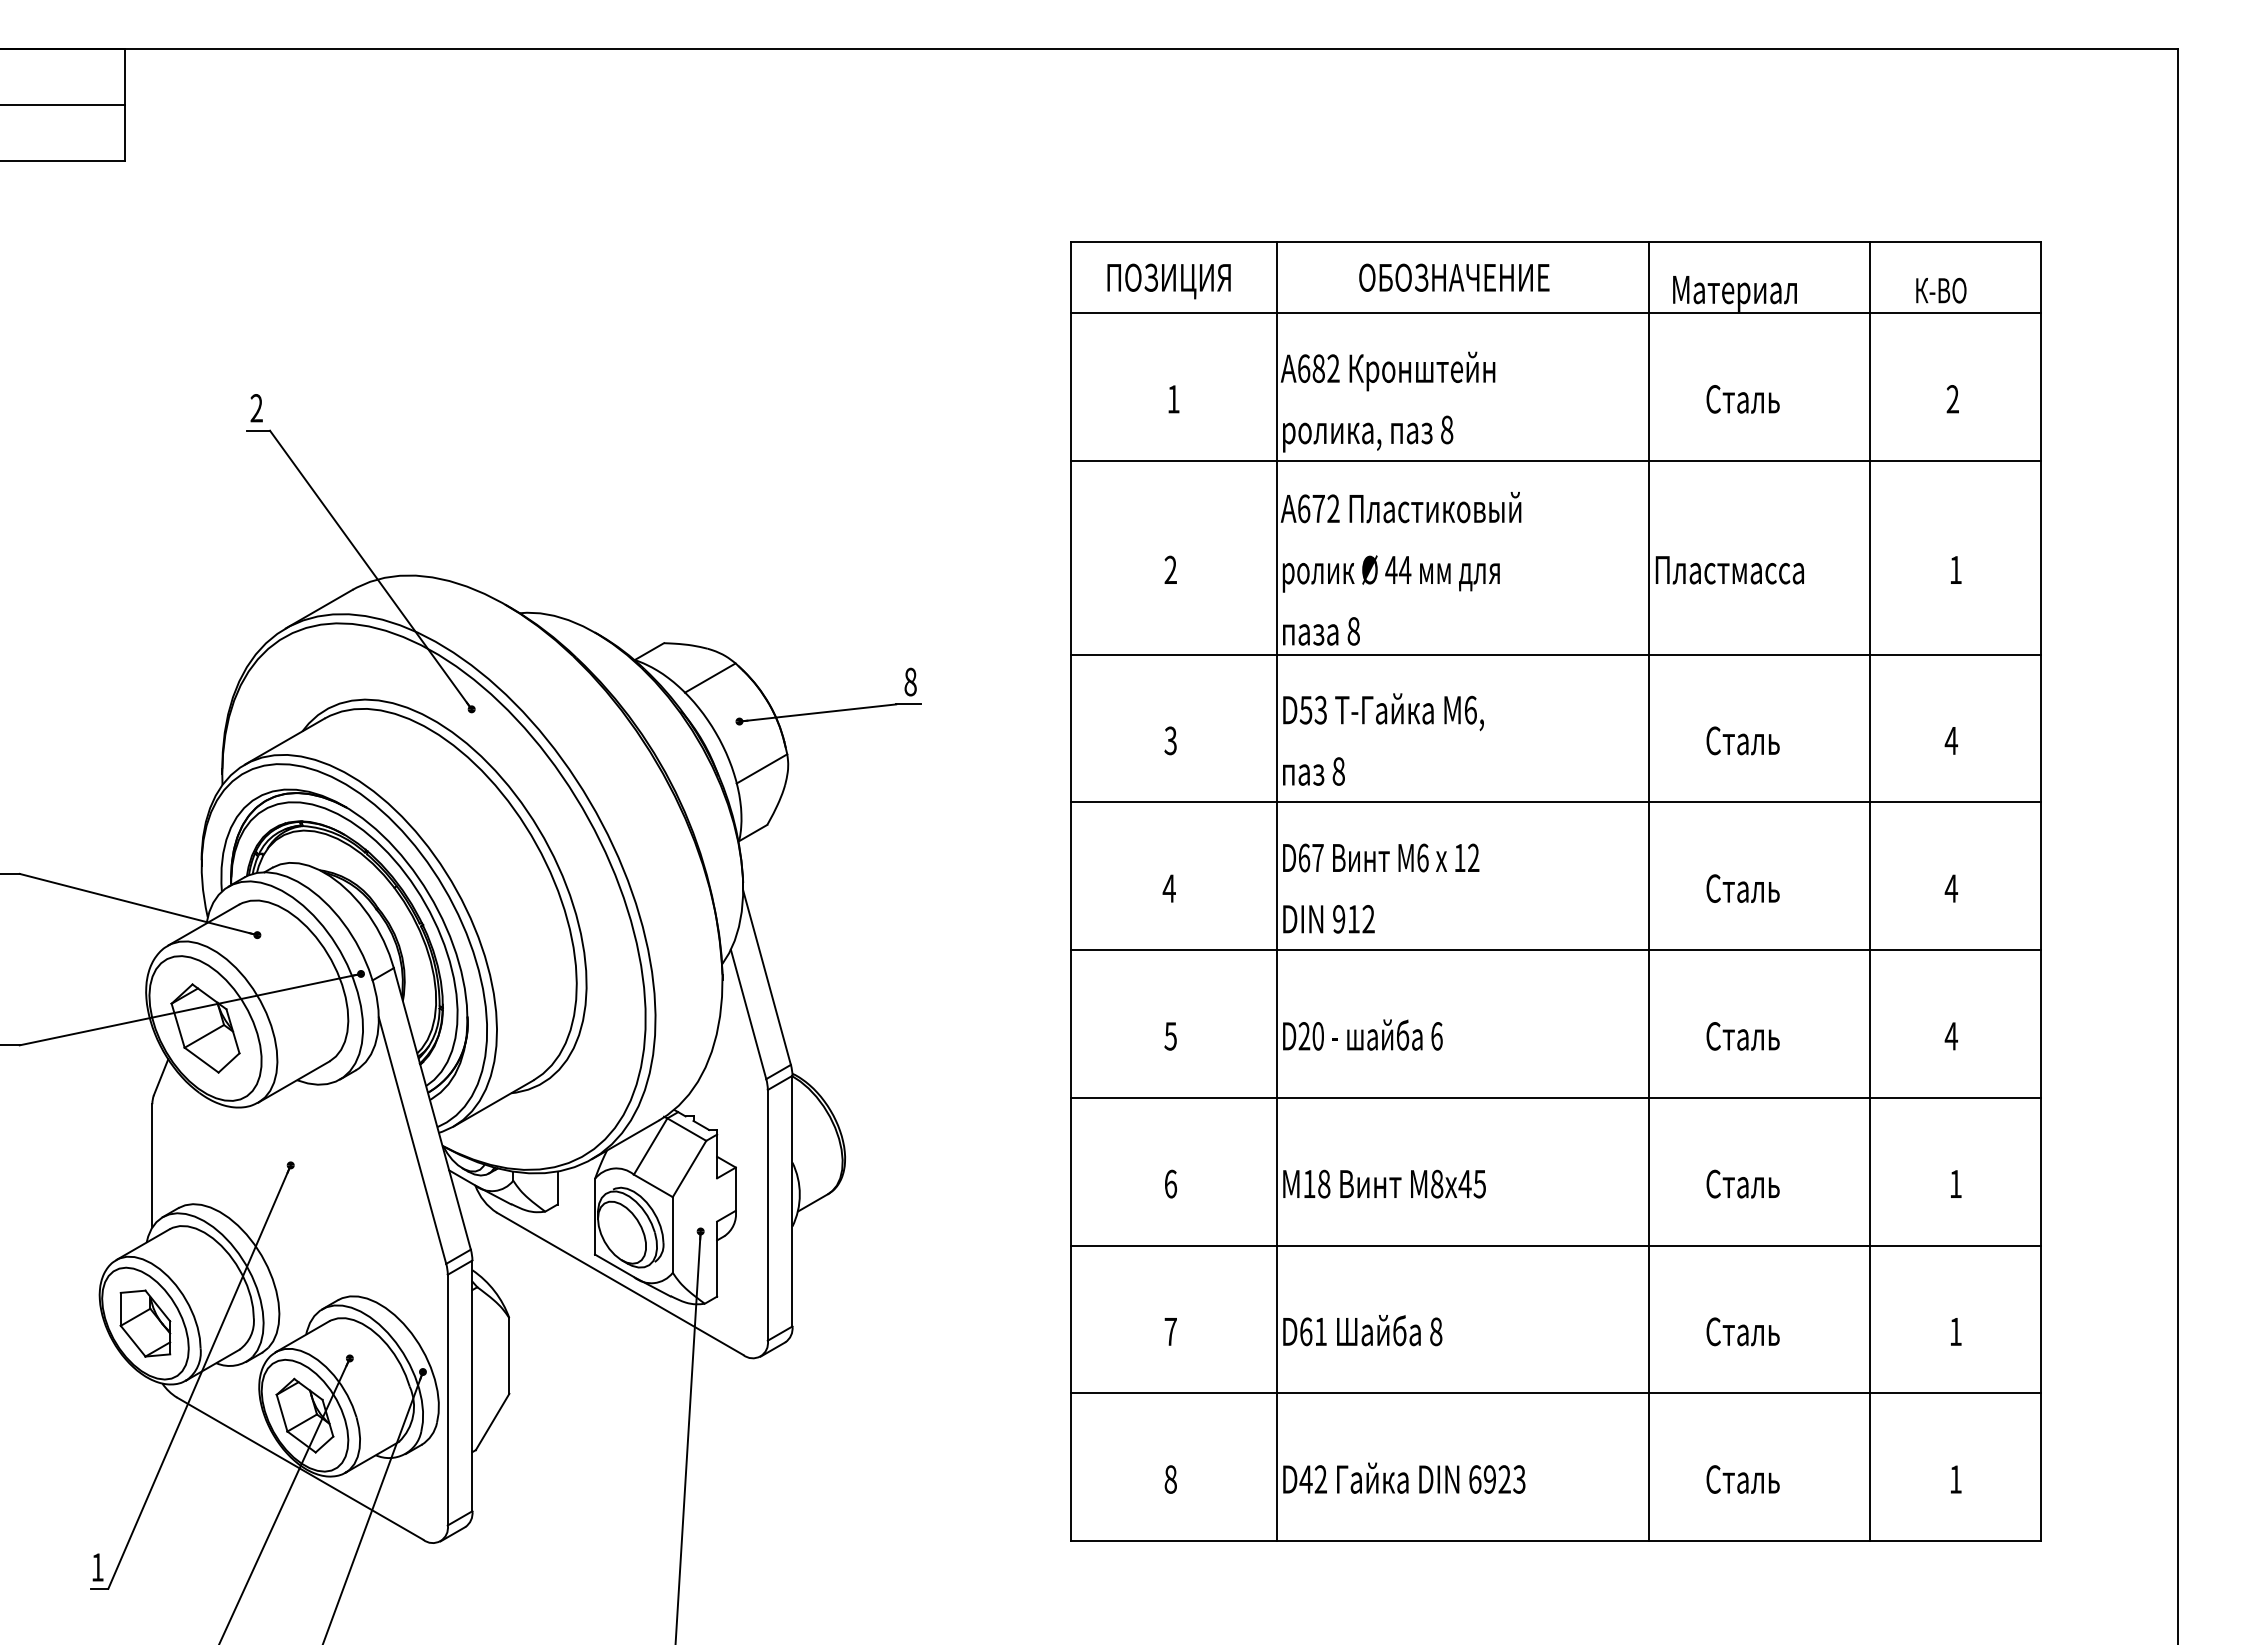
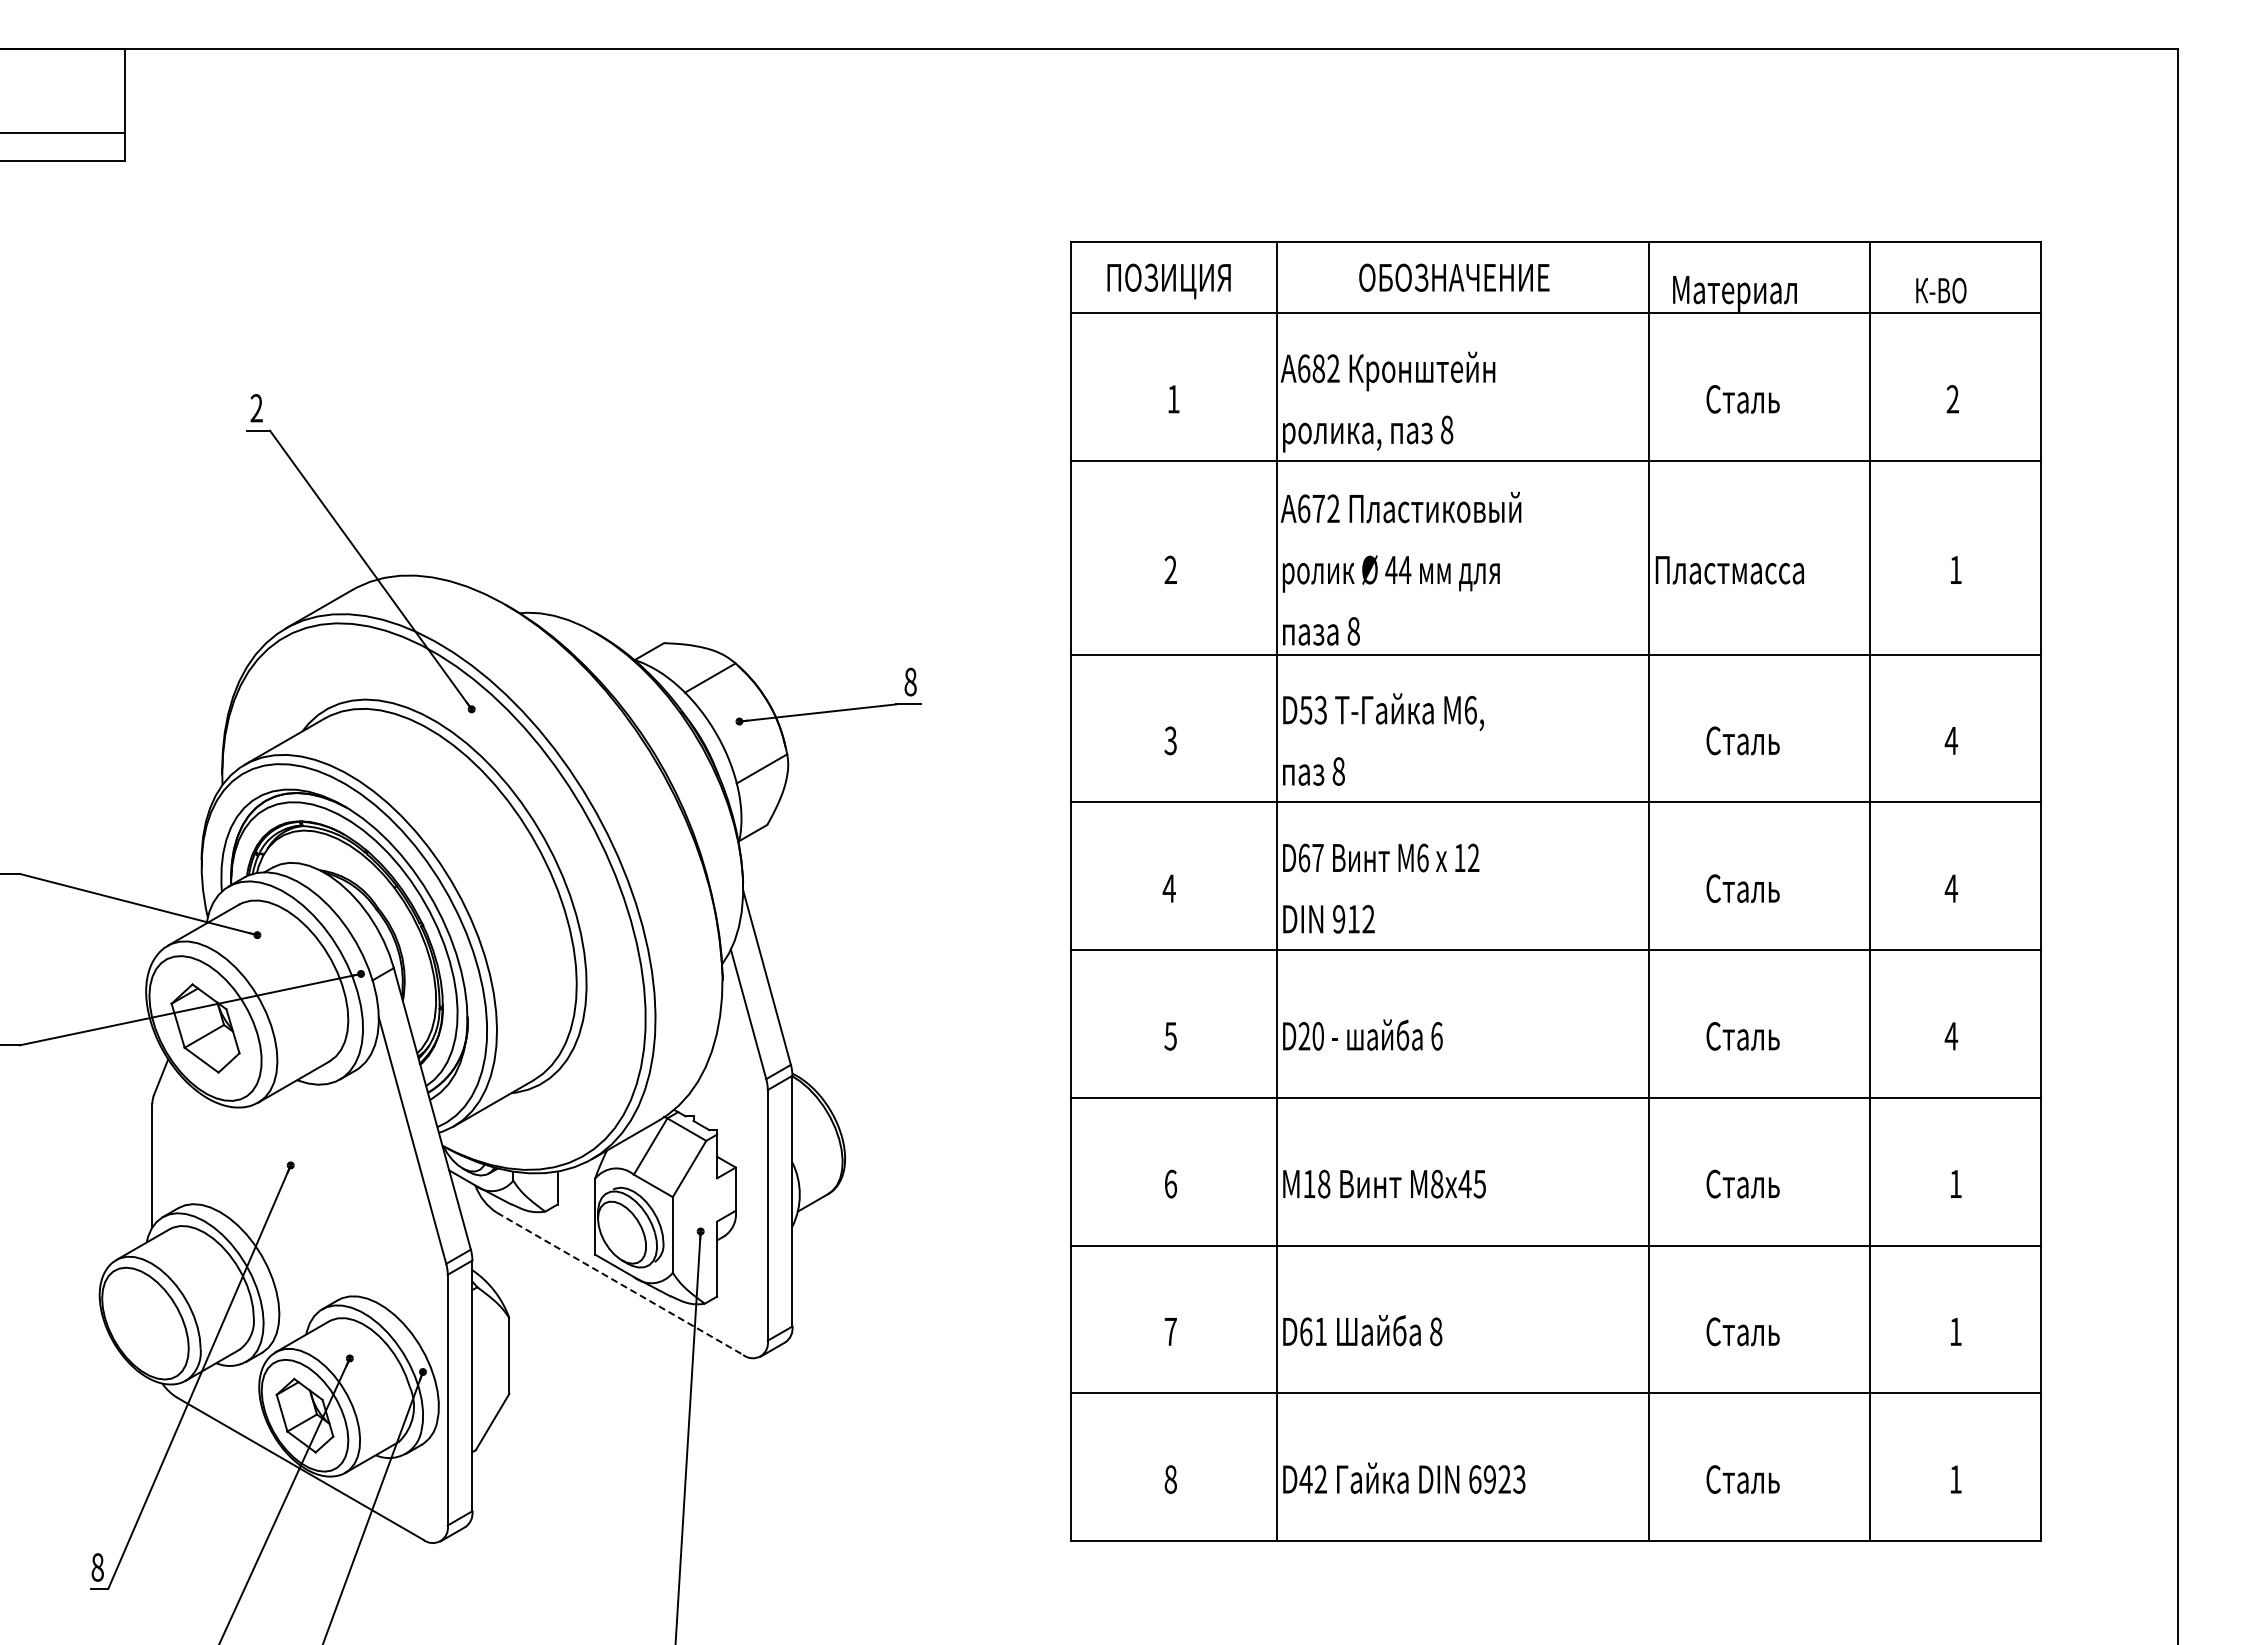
line at (63, 104) position: (63, 104) -> (63, 132)
line at (620, 1284): solid -> dashed
part at (145, 1323): present -> none
text at (97, 1567): 1 -> 8
